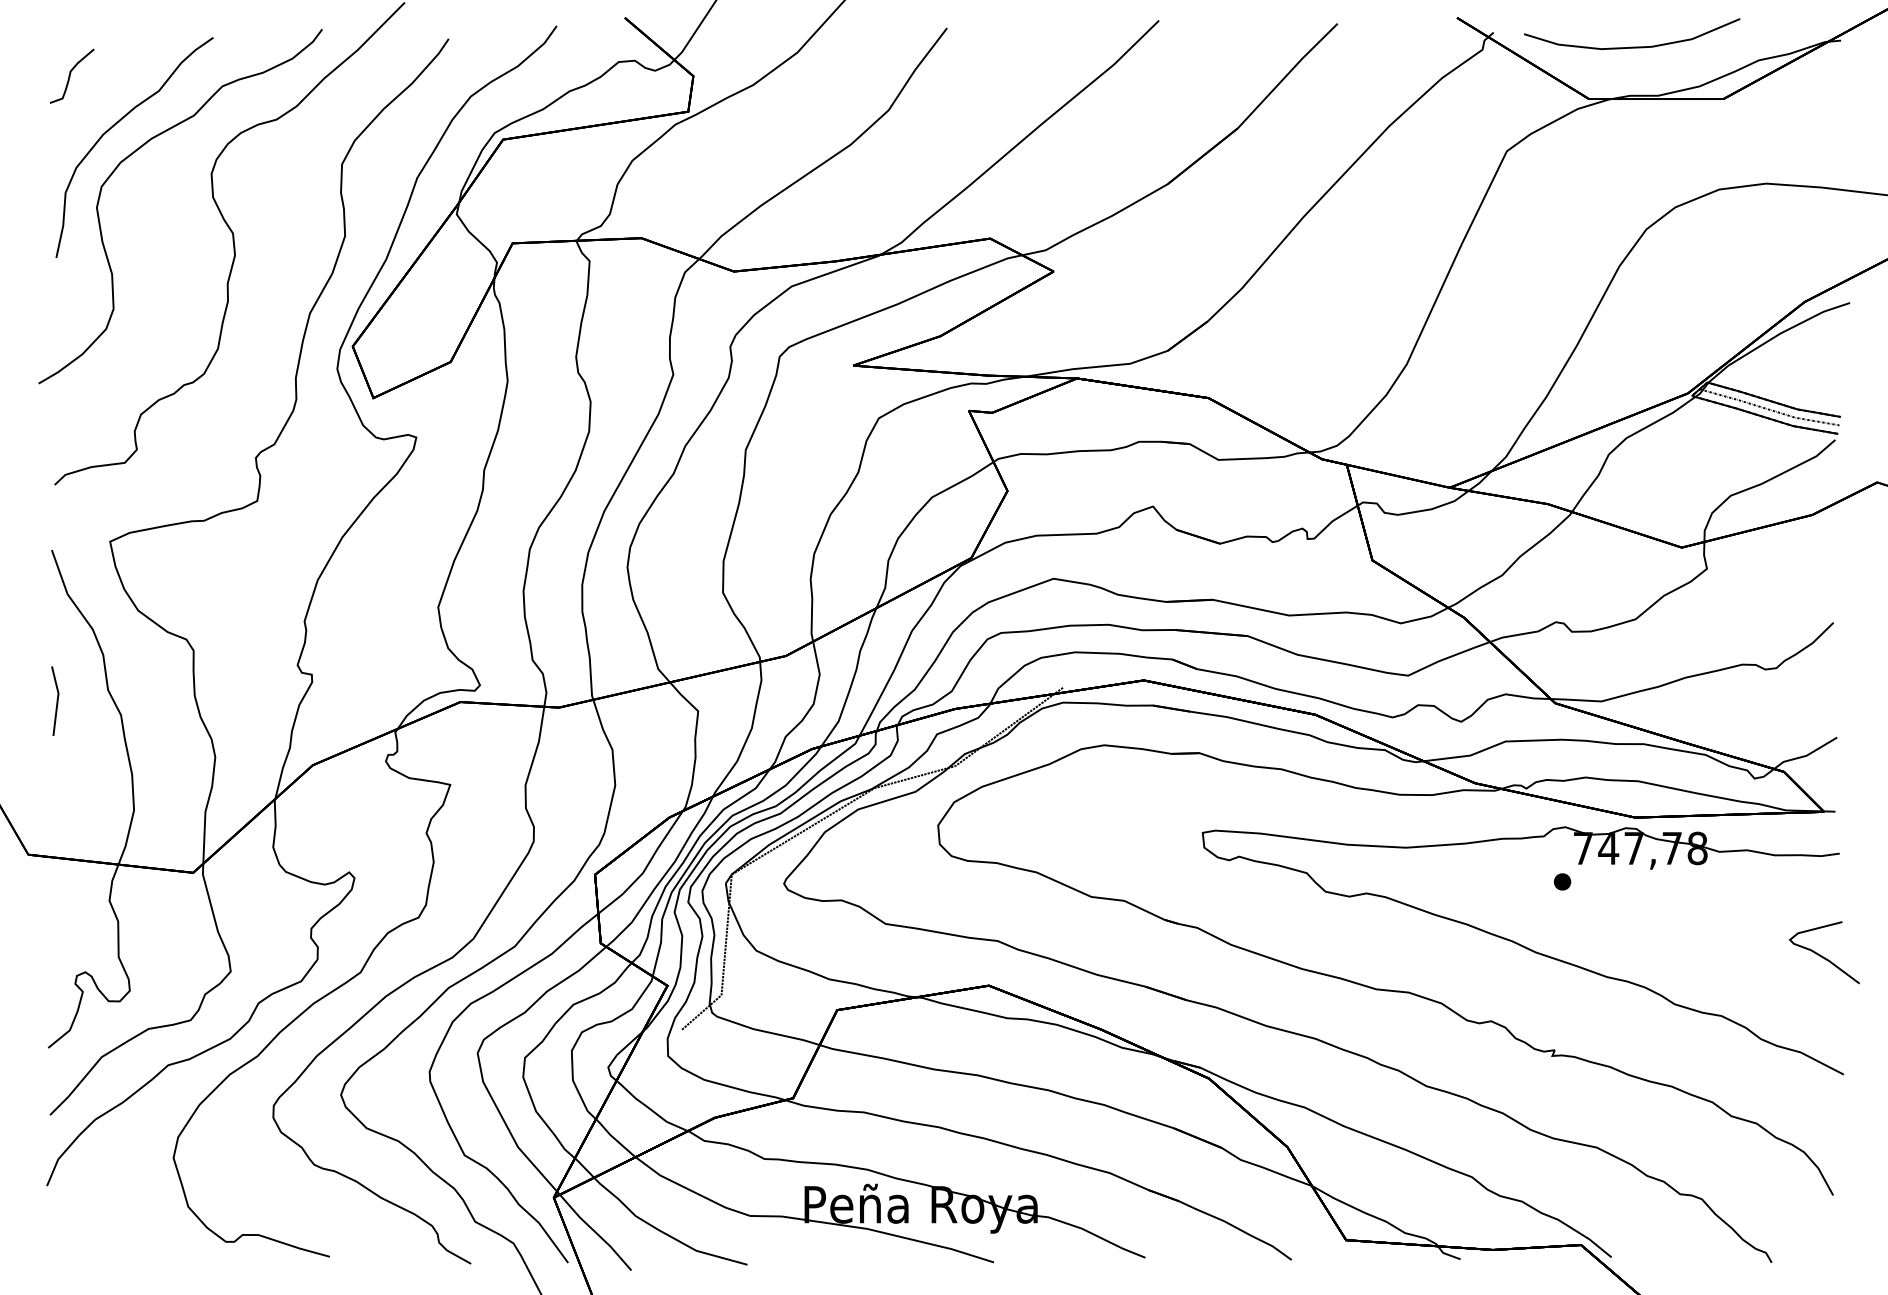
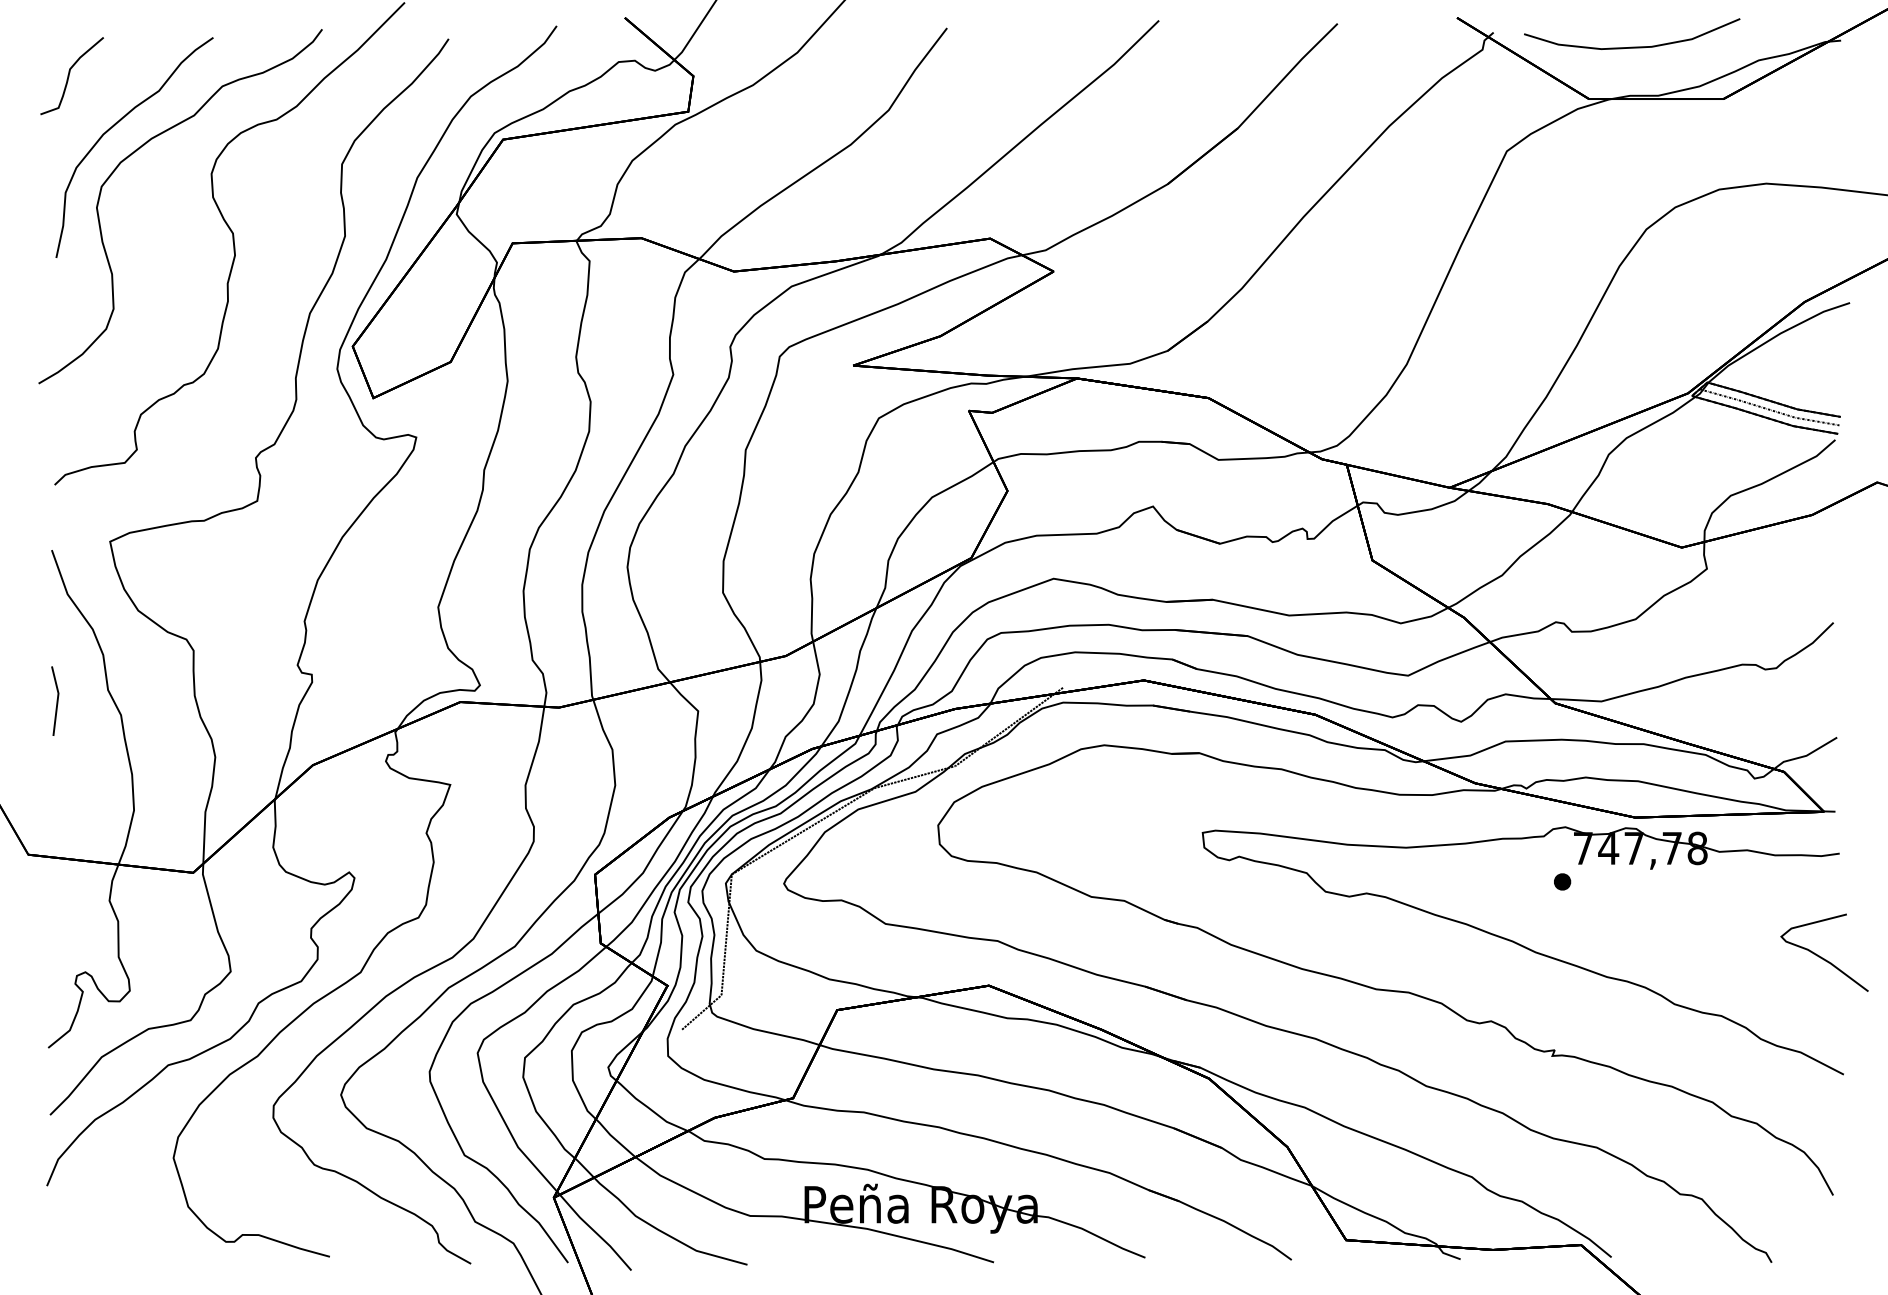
part at (71, 75) size: 46x56 px -> 64x79 px
part at (1824, 952) size: 71x64 px -> 89x79 px
